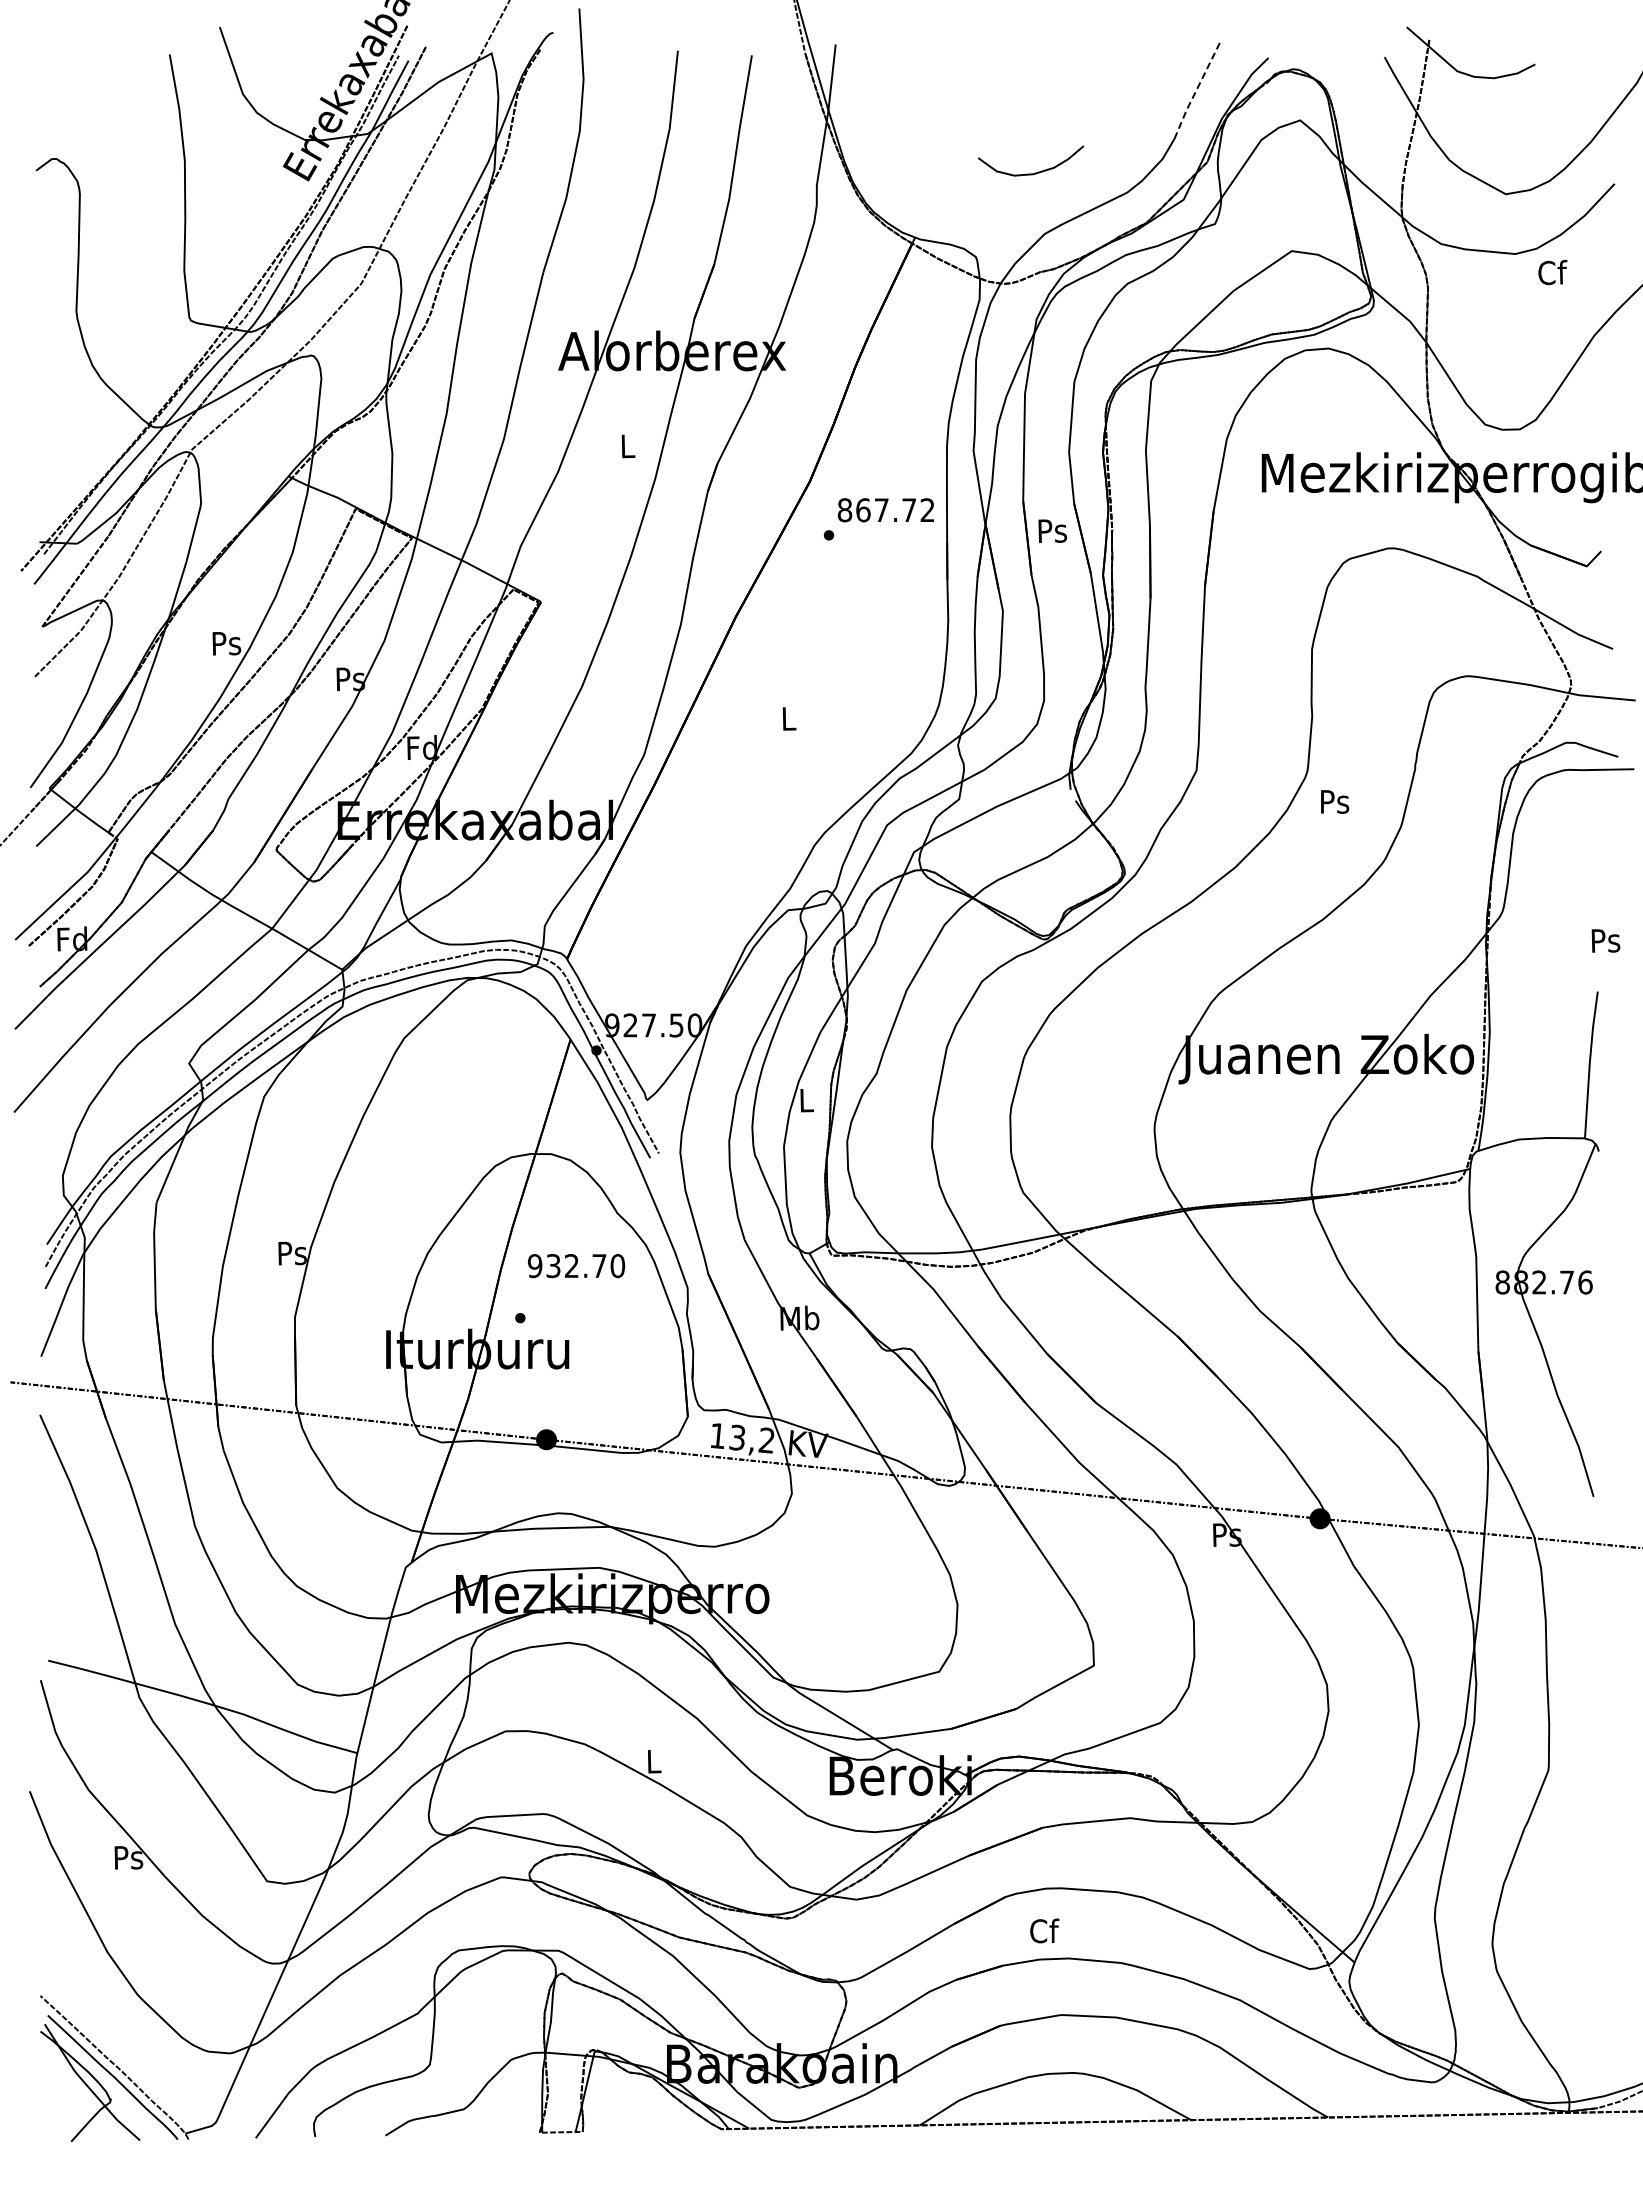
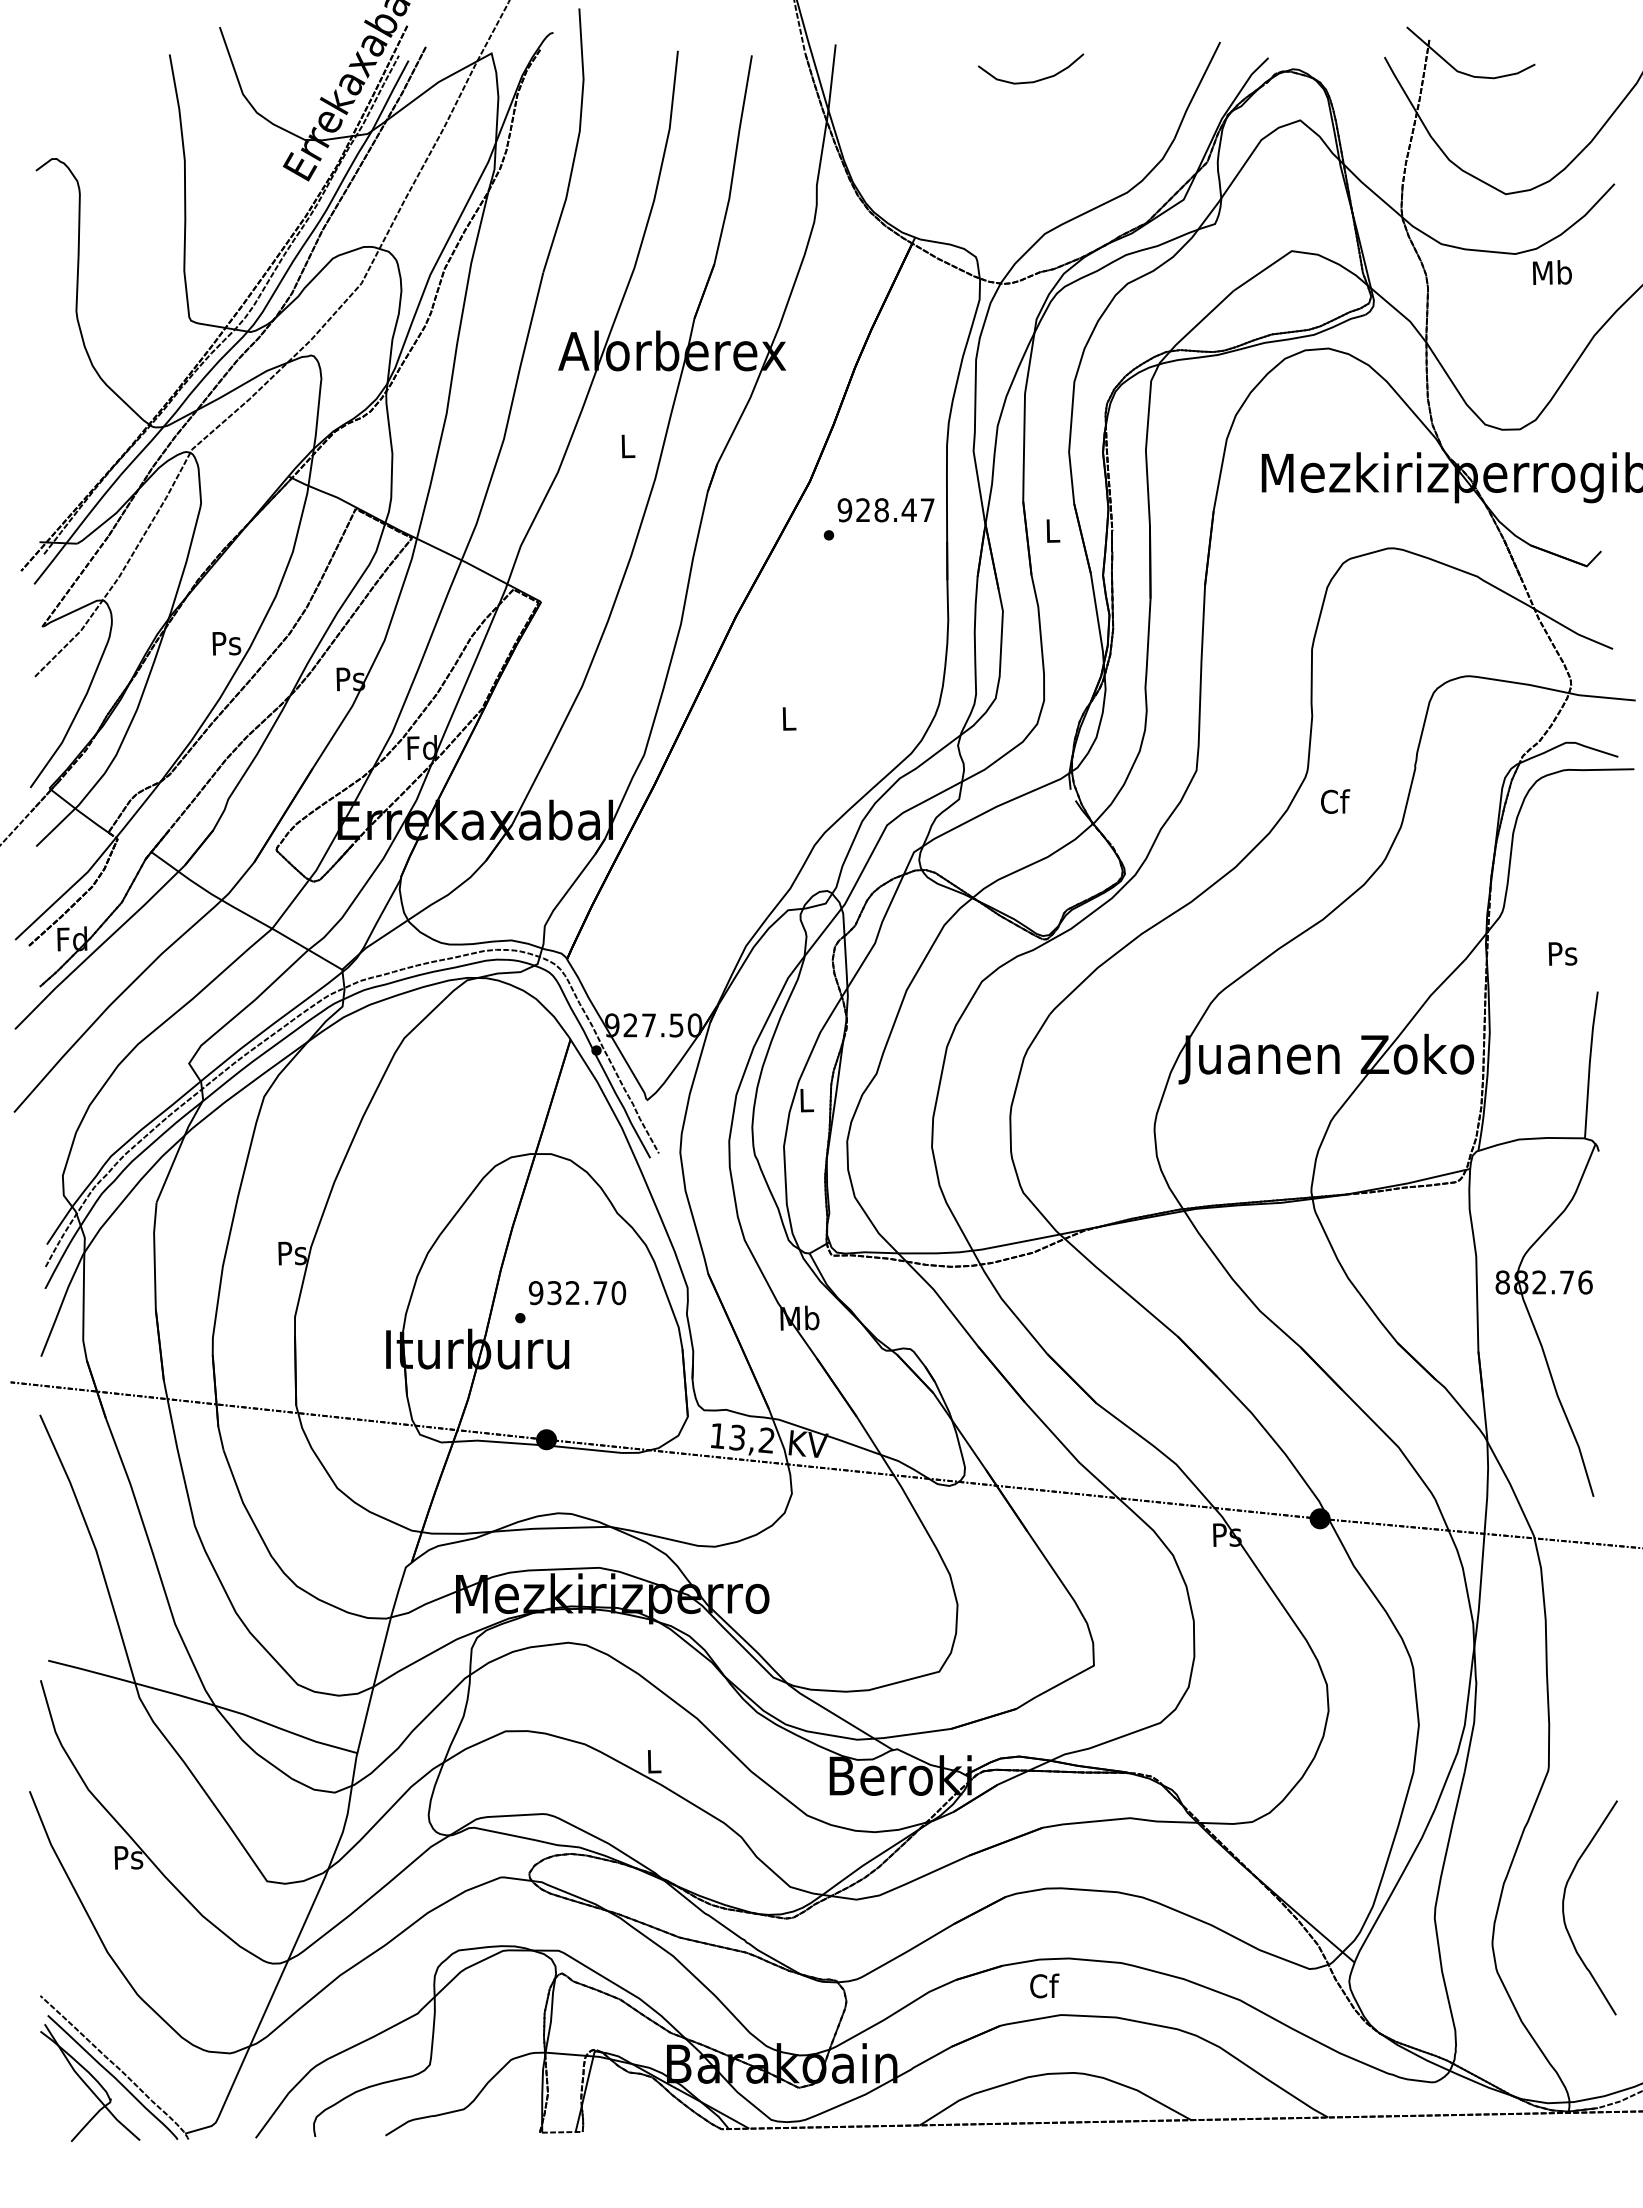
line at (1196, 89): dashed -> solid
curve at (1035, 172) position: (1035, 172) -> (1035, 80)
text at (1551, 272): Cf -> Mb
text at (885, 510): 867.72 -> 928.47
text at (1052, 530): Ps -> L
text at (1335, 801): Ps -> Cf
text at (1605, 940) position: (1605, 940) -> (1562, 953)
text at (576, 1266) position: (576, 1266) -> (577, 1293)
curve at (1564, 1912): none -> present
text at (1044, 1930) position: (1044, 1930) -> (1044, 1985)
